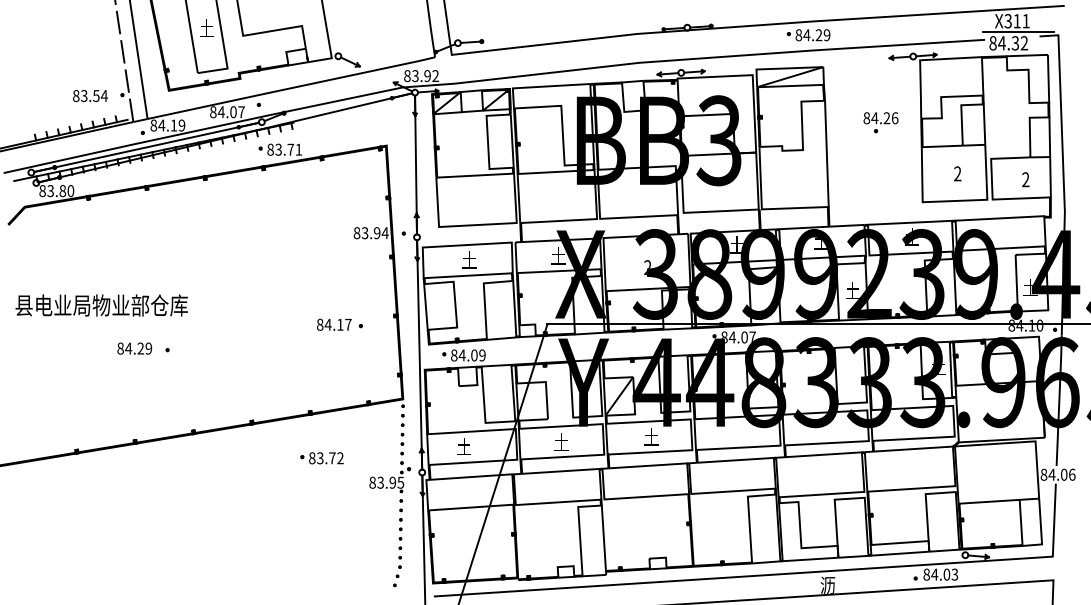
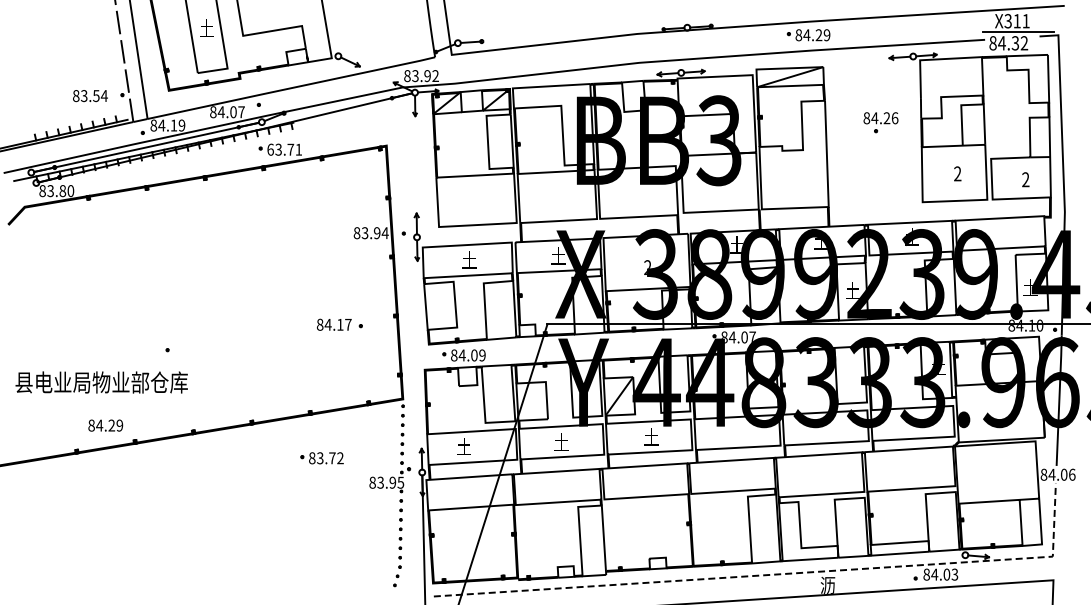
text at (270, 149): 83.71 -> 63.71
line at (415, 164): present -> none
text at (101, 305) position: (101, 305) -> (101, 382)
text at (134, 348) position: (134, 348) -> (105, 425)
line at (419, 354): present -> none
line at (781, 574): solid -> dashed
